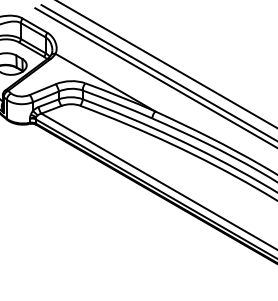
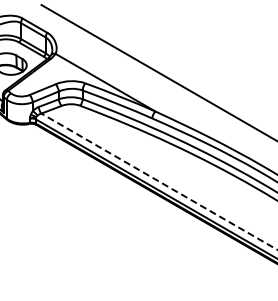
line at (166, 64): present -> none
line at (154, 77): present -> none
line at (159, 181): solid -> dashed
